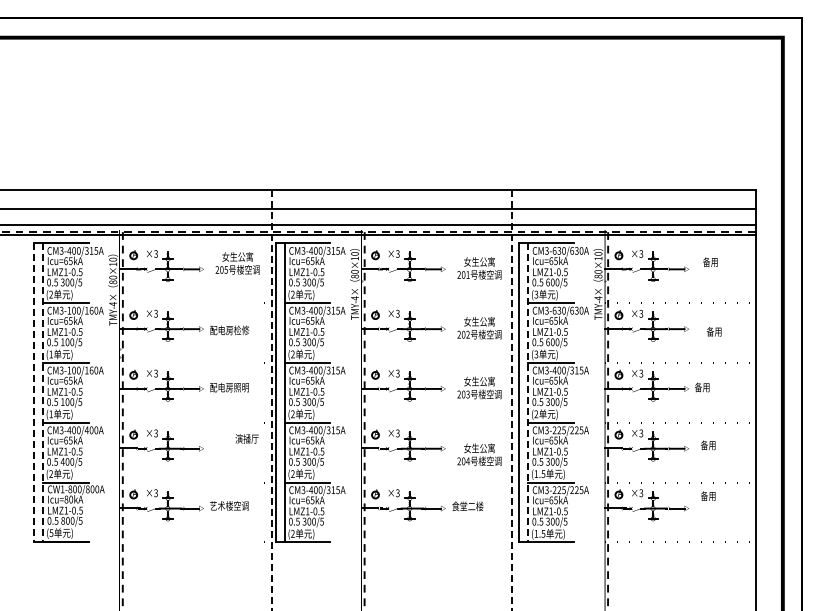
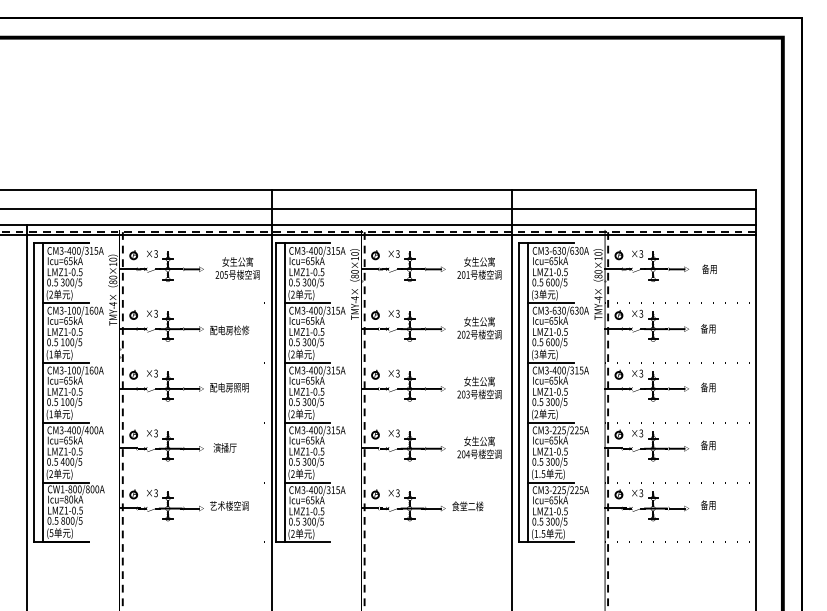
text at (710, 261) position: (710, 261) -> (709, 268)
text at (237, 263) position: (237, 263) -> (237, 268)
text at (714, 331) position: (714, 331) -> (708, 328)
text at (702, 387) position: (702, 387) -> (708, 387)
line at (33, 392): dashed -> solid
line at (42, 392): dashed -> solid
line at (528, 392): dashed -> solid
line at (271, 400): dashed -> solid
line at (512, 400): dashed -> solid
line at (26, 416): none -> present
text at (246, 438) position: (246, 438) -> (224, 447)
text at (479, 454) position: (479, 454) -> (479, 447)
text at (708, 495) position: (708, 495) -> (708, 504)
